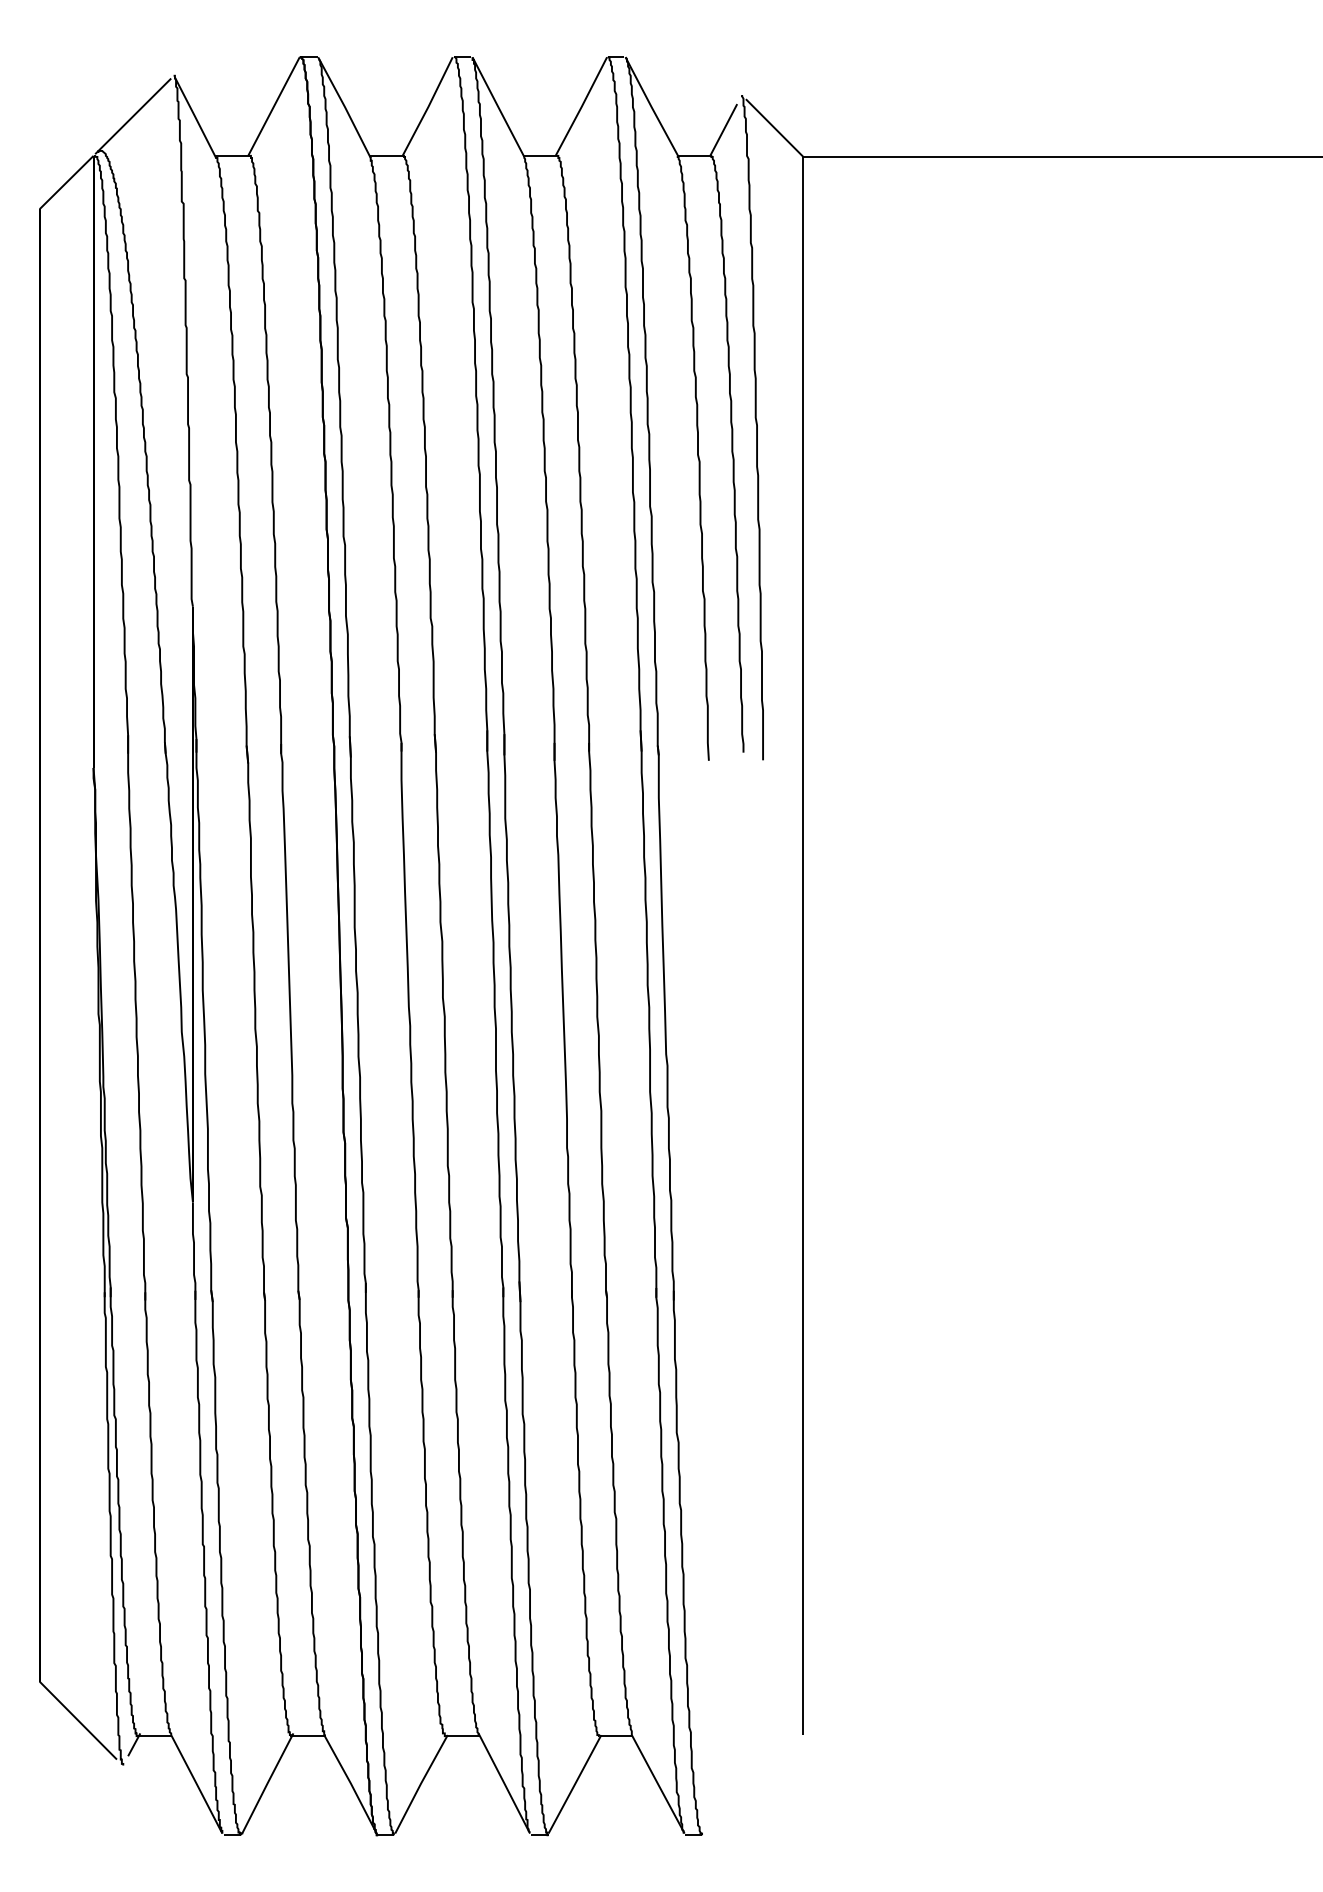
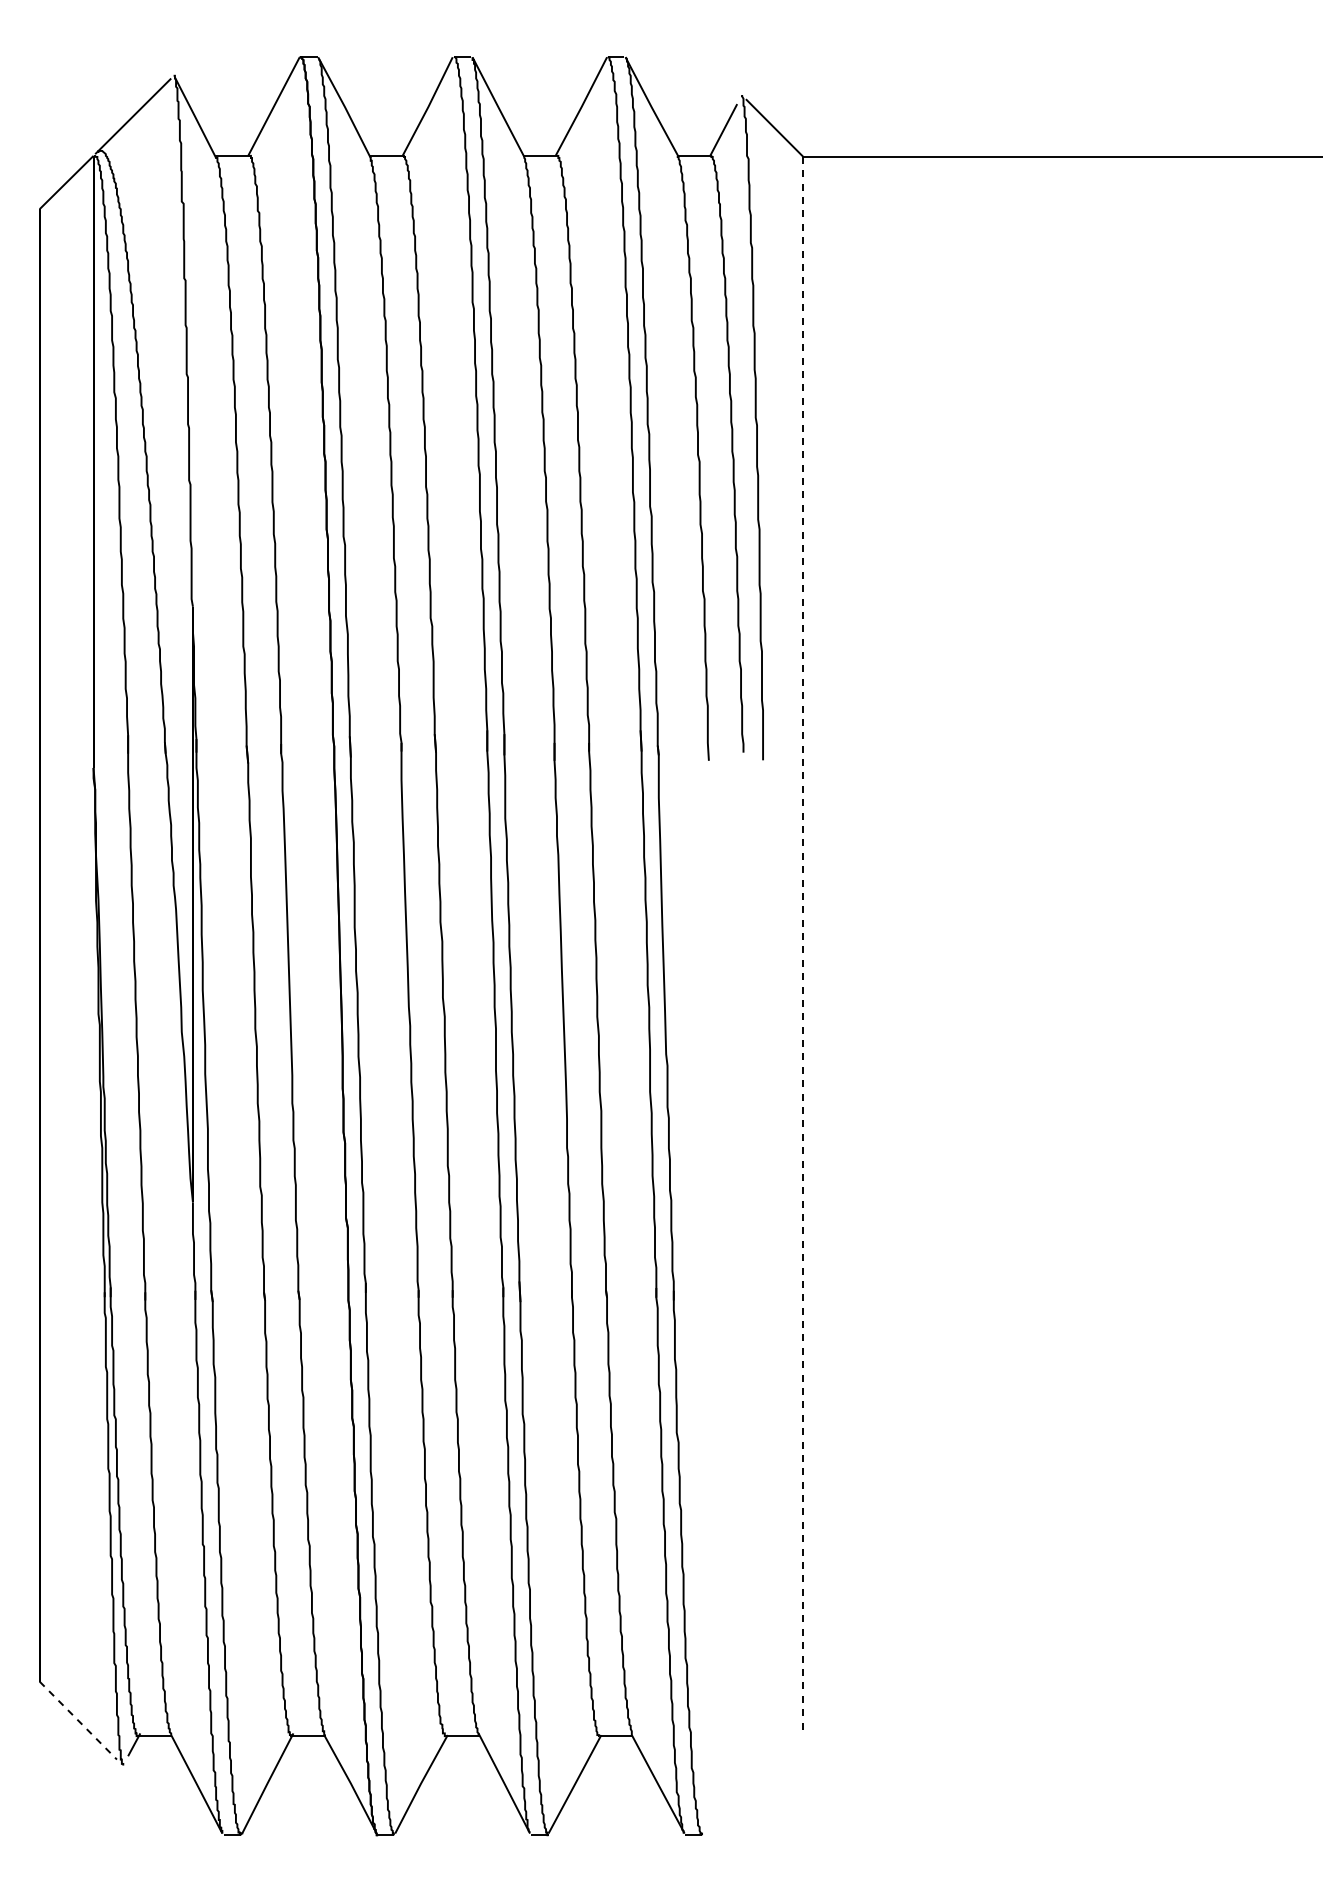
line at (803, 946): solid -> dashed
line at (78, 1720): solid -> dashed
